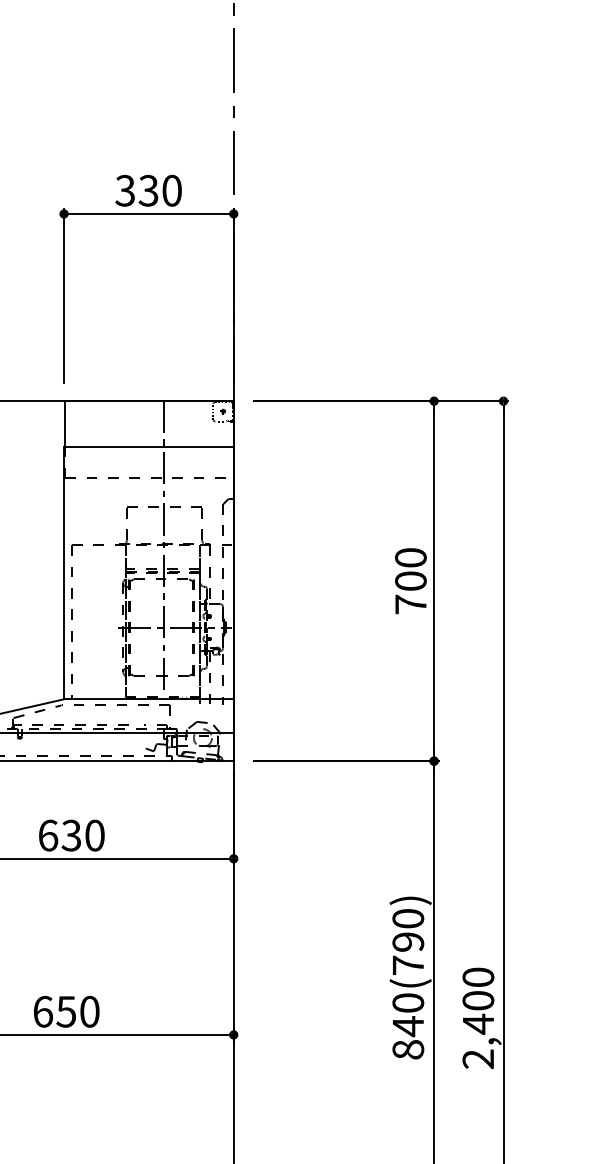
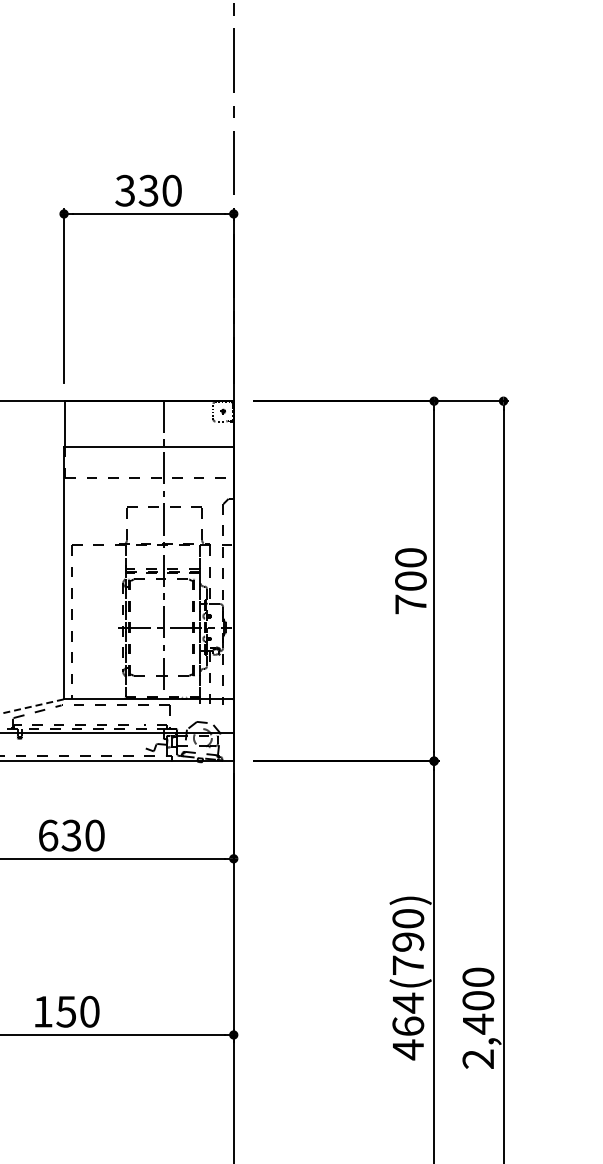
line at (32, 706): solid -> dashed
text at (43, 1011): 650 -> 150
text at (408, 1026): 840(790) -> 464(790)
